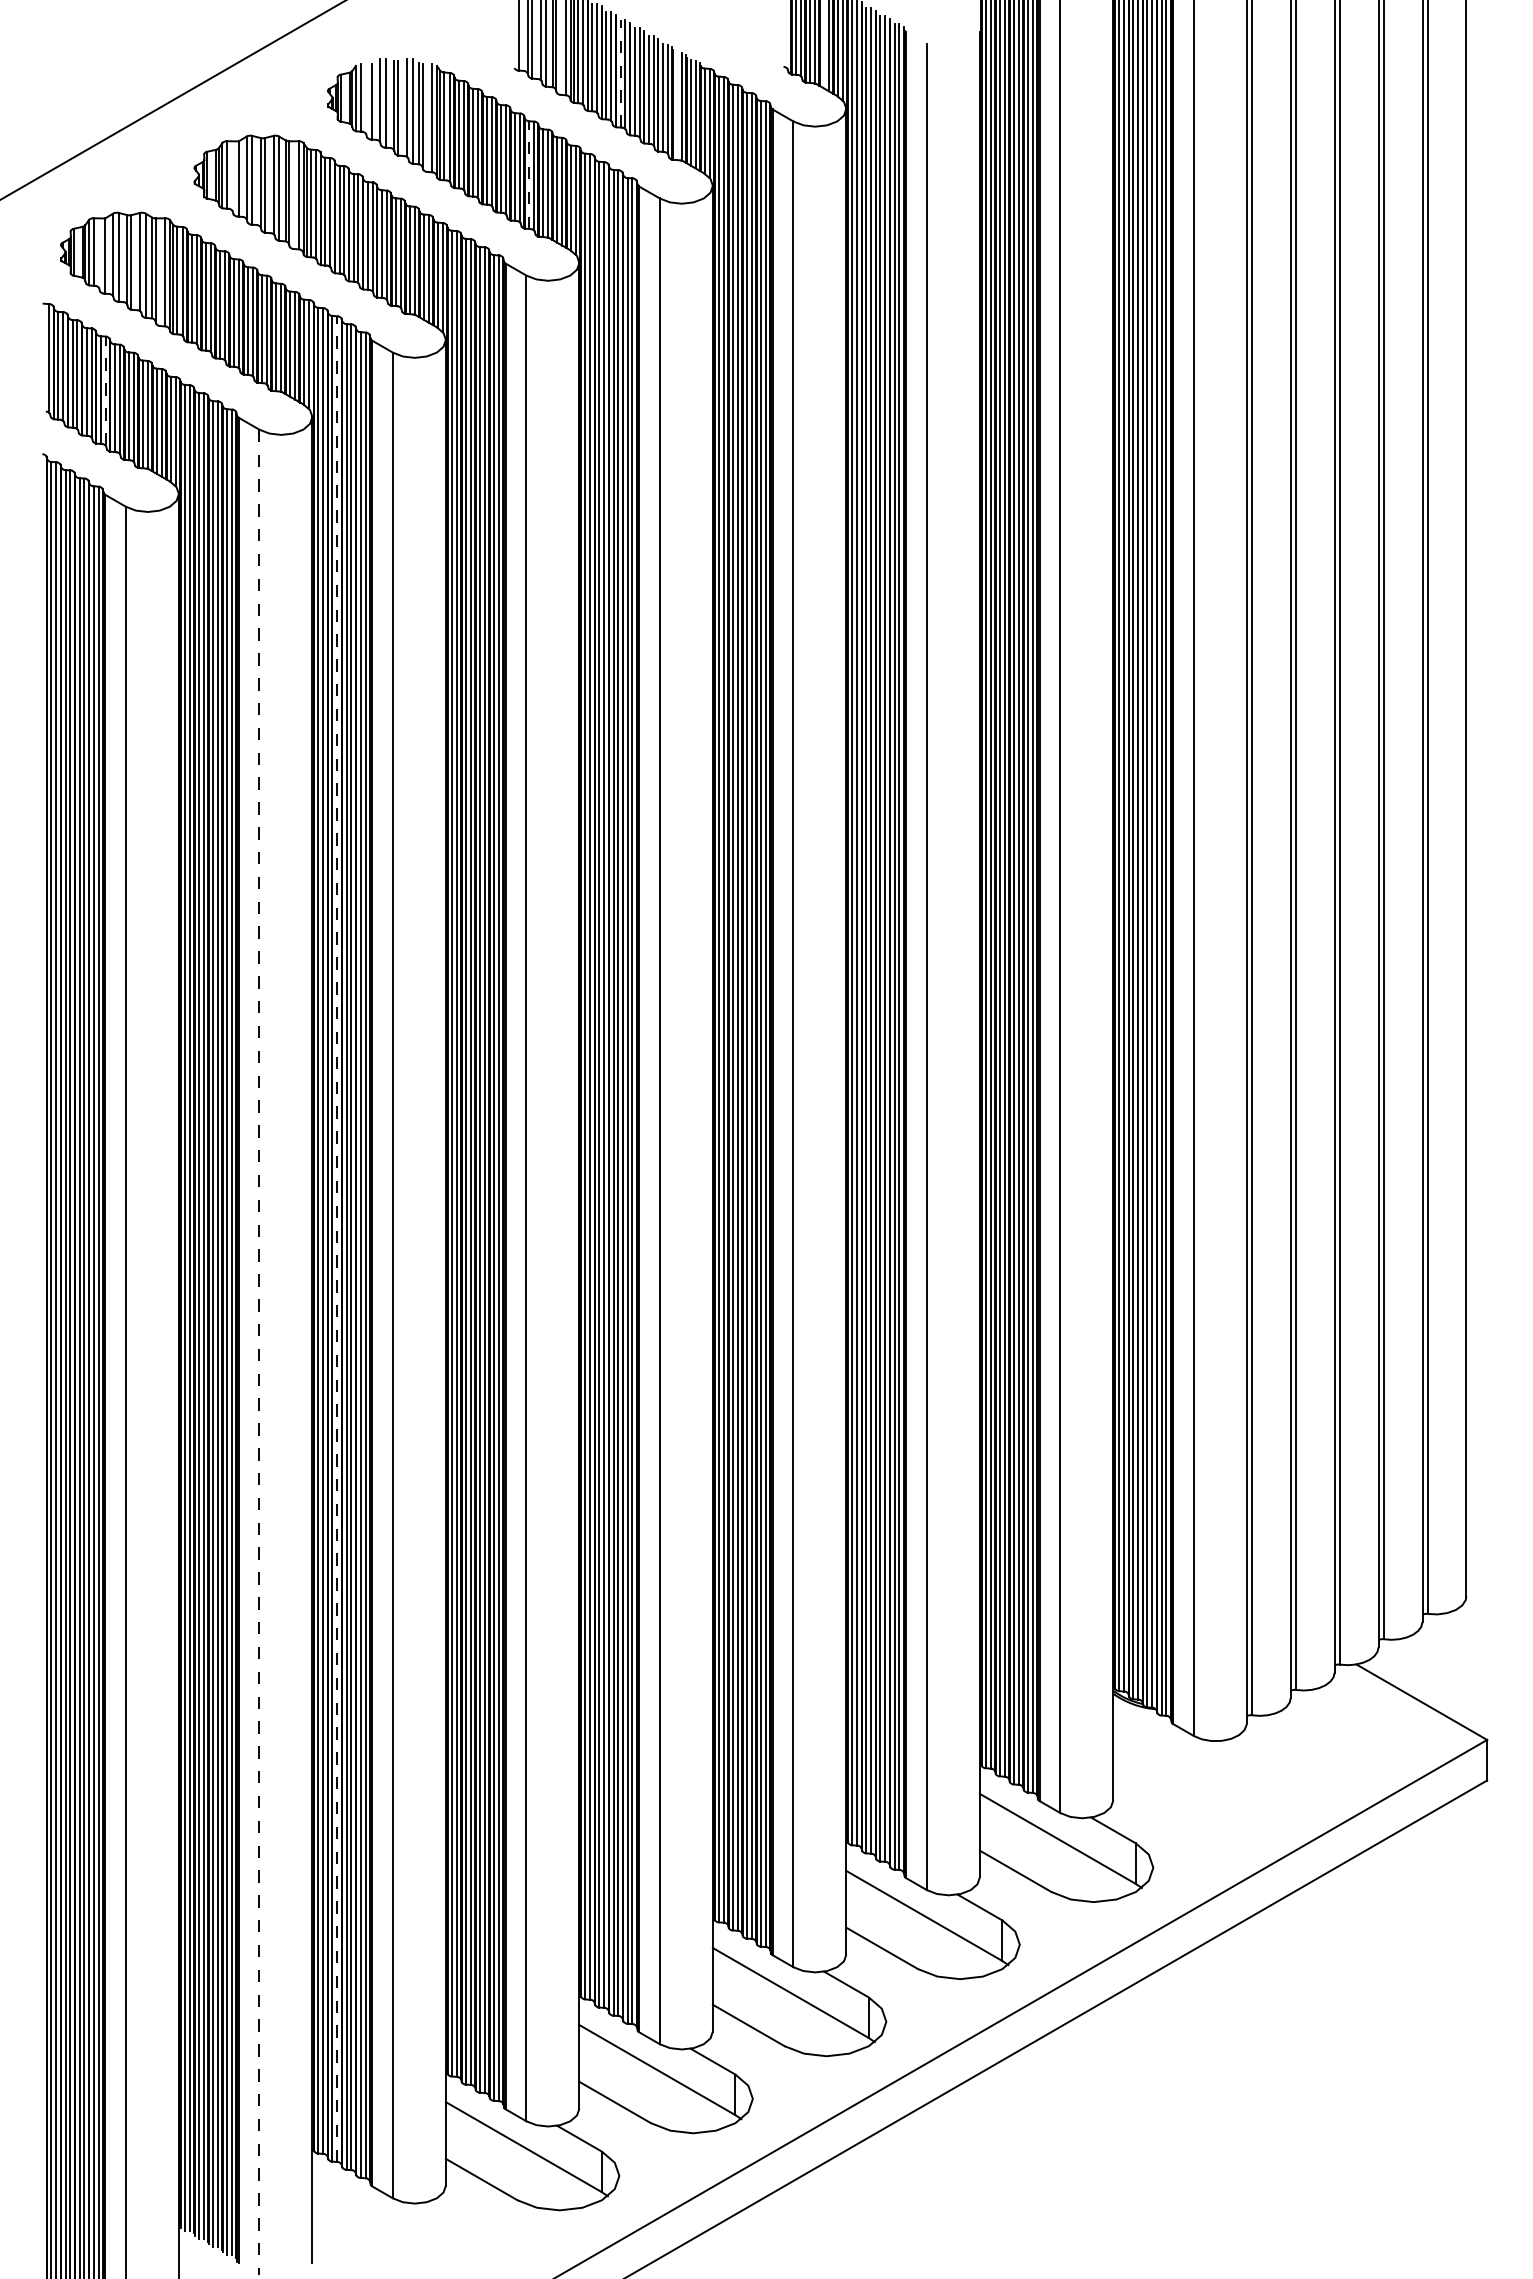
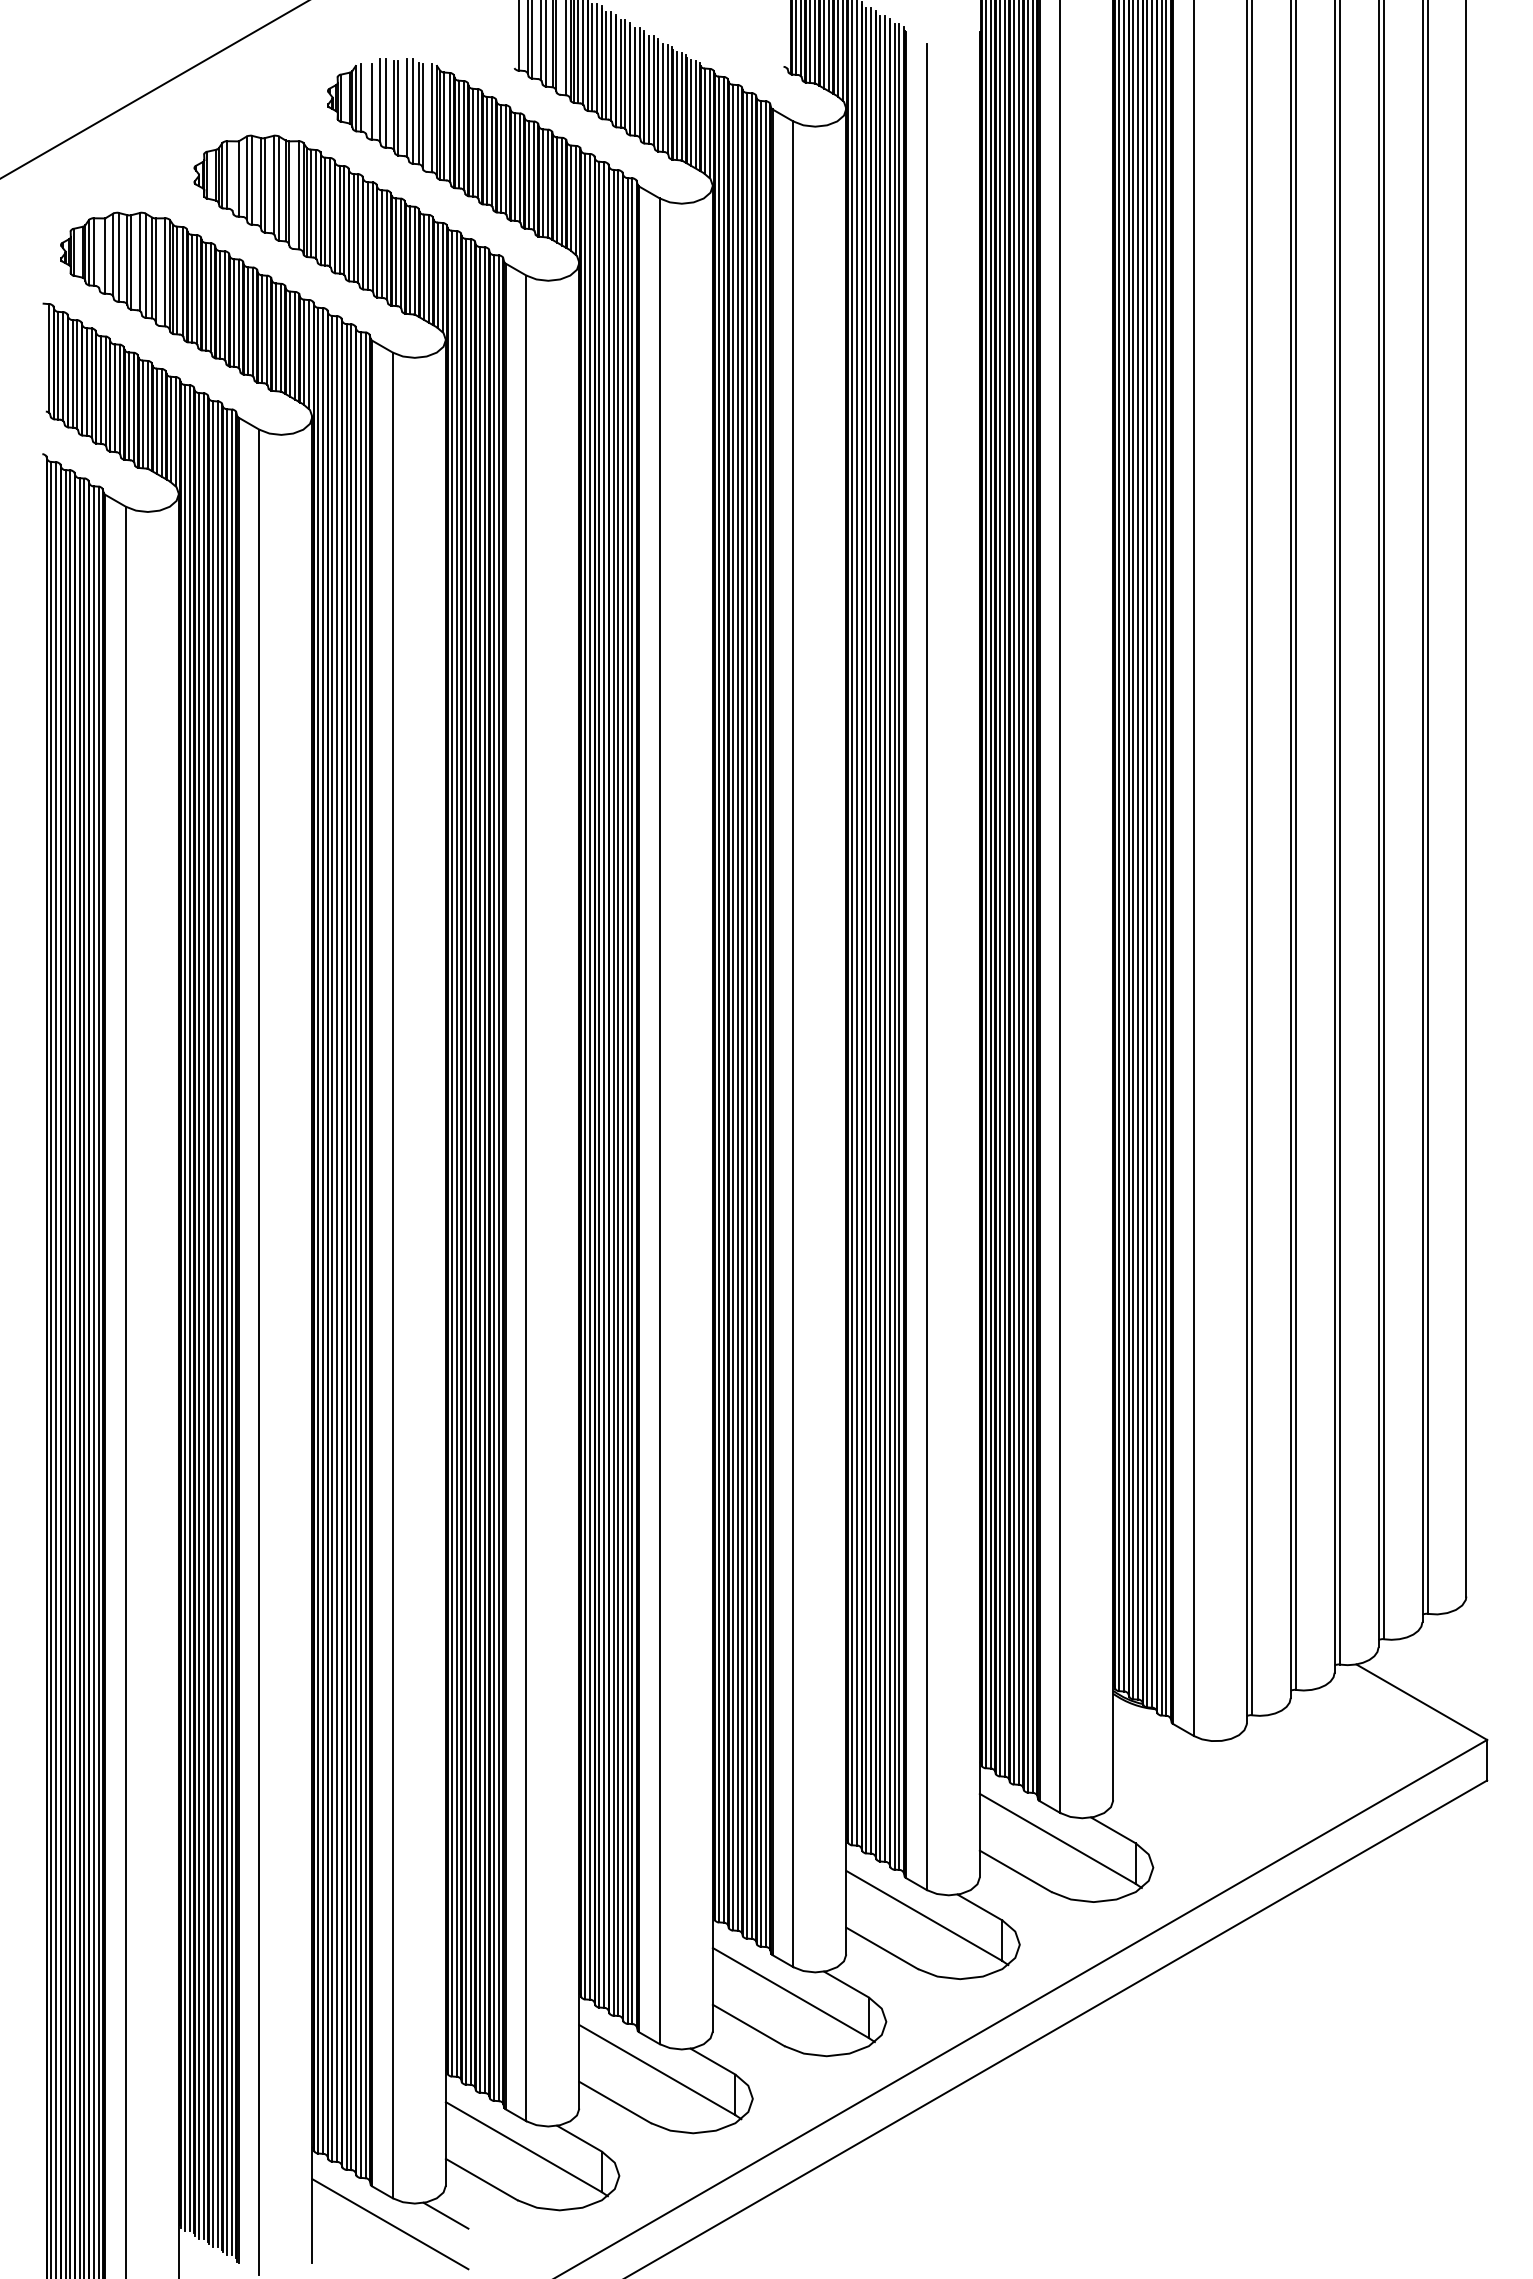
line at (824, 45): none -> present
line at (620, 73): dashed -> solid
line at (172, 100) position: (172, 100) -> (154, 89)
line at (676, 106): none -> present
line at (529, 175): dashed -> solid
line at (105, 390): dashed -> solid
line at (337, 1239): dashed -> solid
line at (259, 1352): dashed -> solid
line at (445, 2215): none -> present
line at (390, 2224): none -> present
